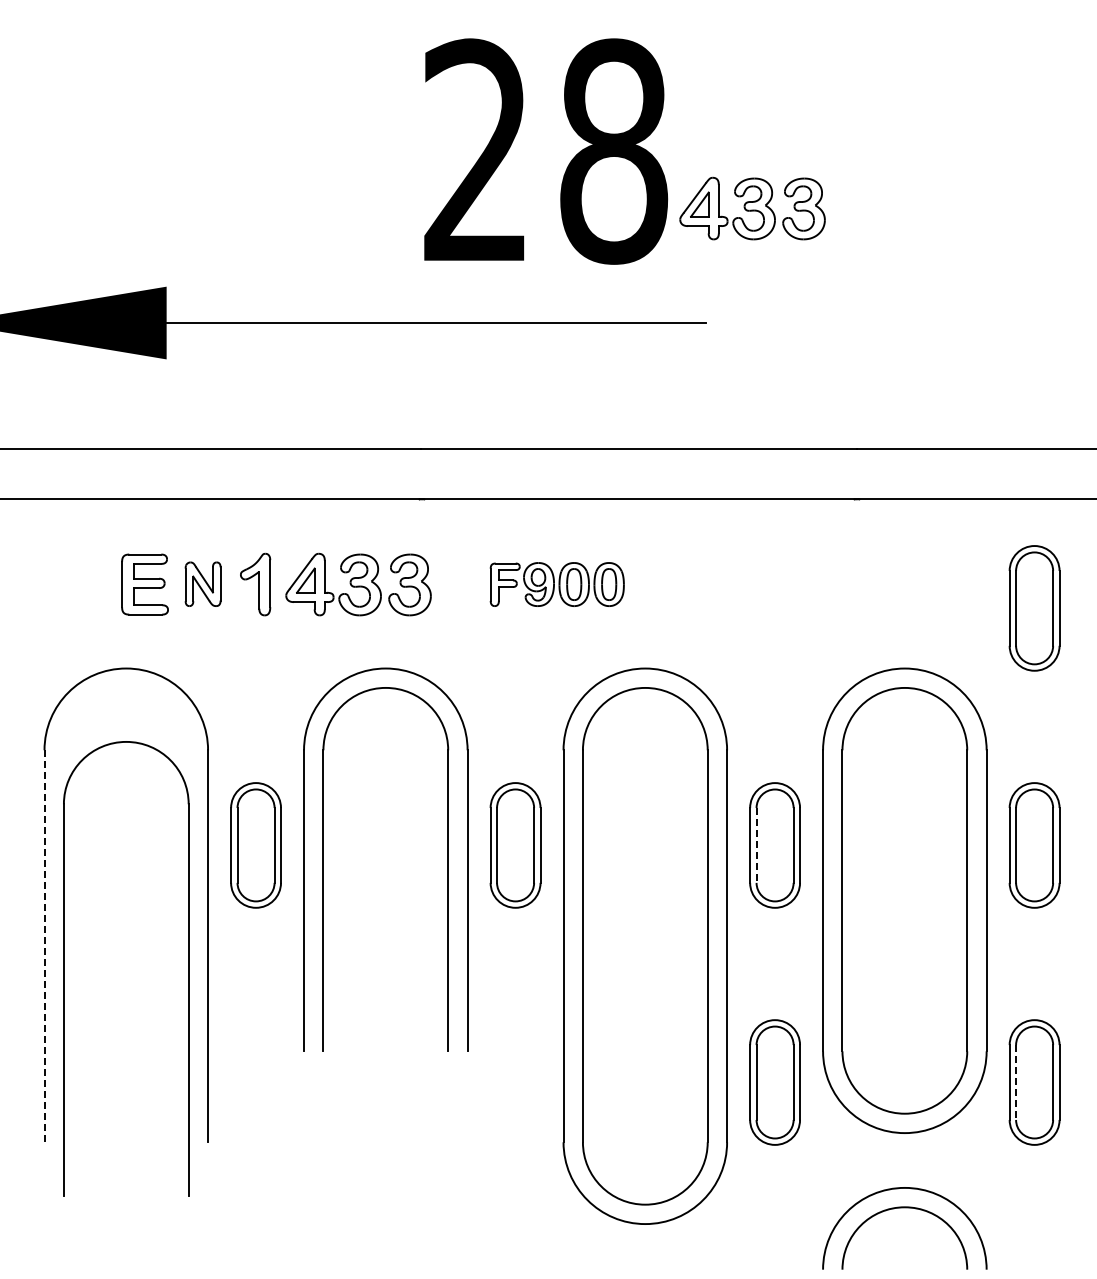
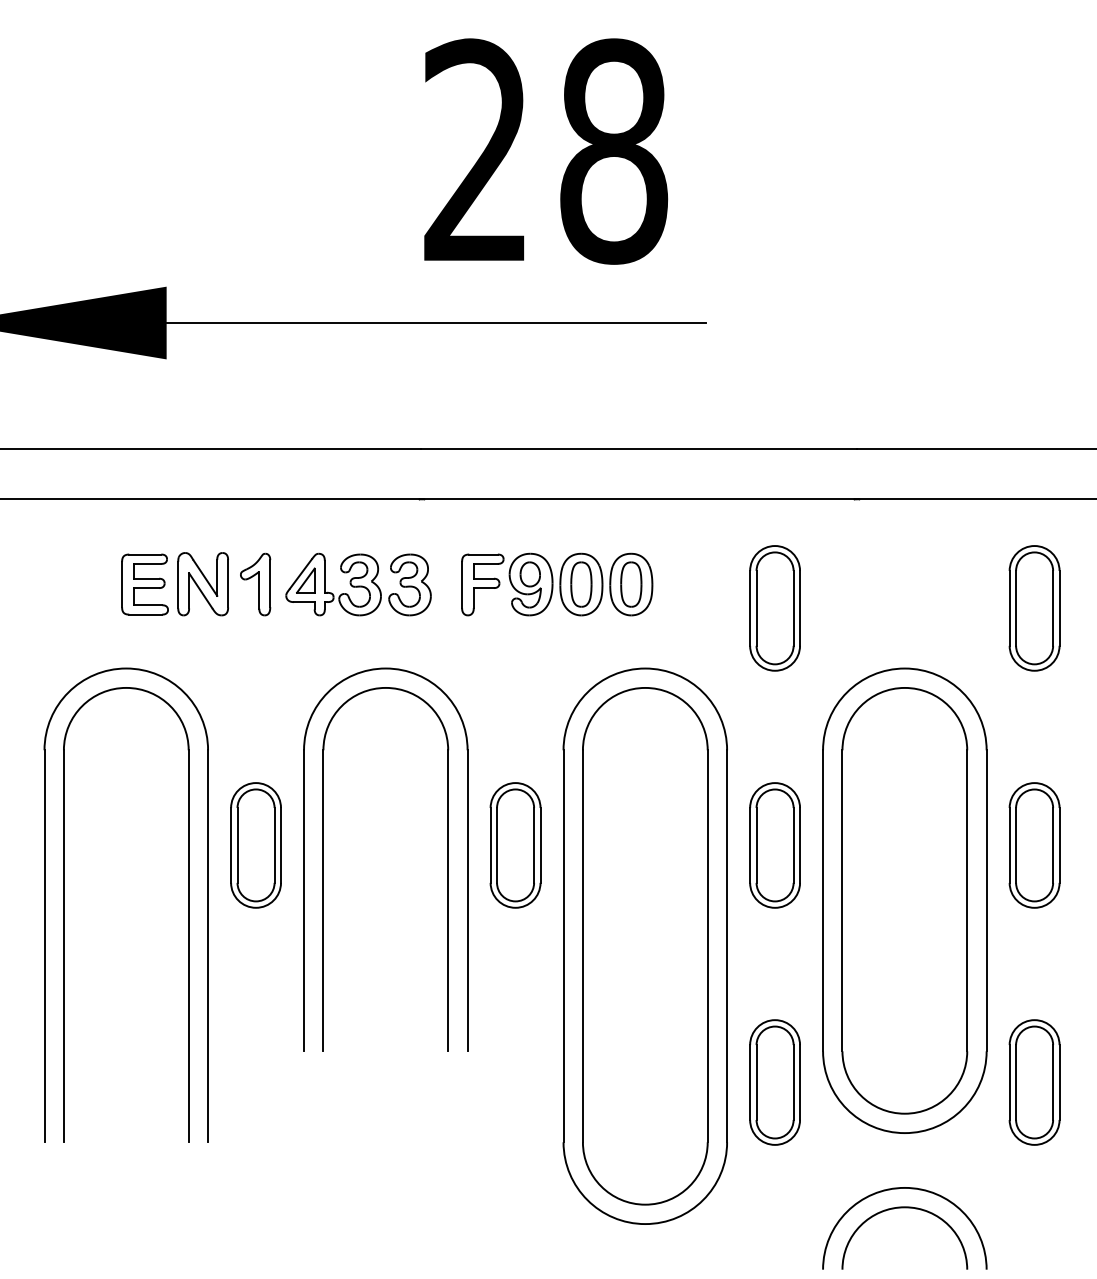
part at (752, 208): present -> none
part at (202, 583) size: 38x46 px -> 52x65 px
part at (556, 584) size: 136x45 px -> 193x65 px
part at (774, 608): none -> present
line at (756, 845): dashed -> solid
line at (44, 946): dashed -> solid
part at (64, 968) position: (64, 968) -> (64, 914)
line at (1016, 1083): dashed -> solid
